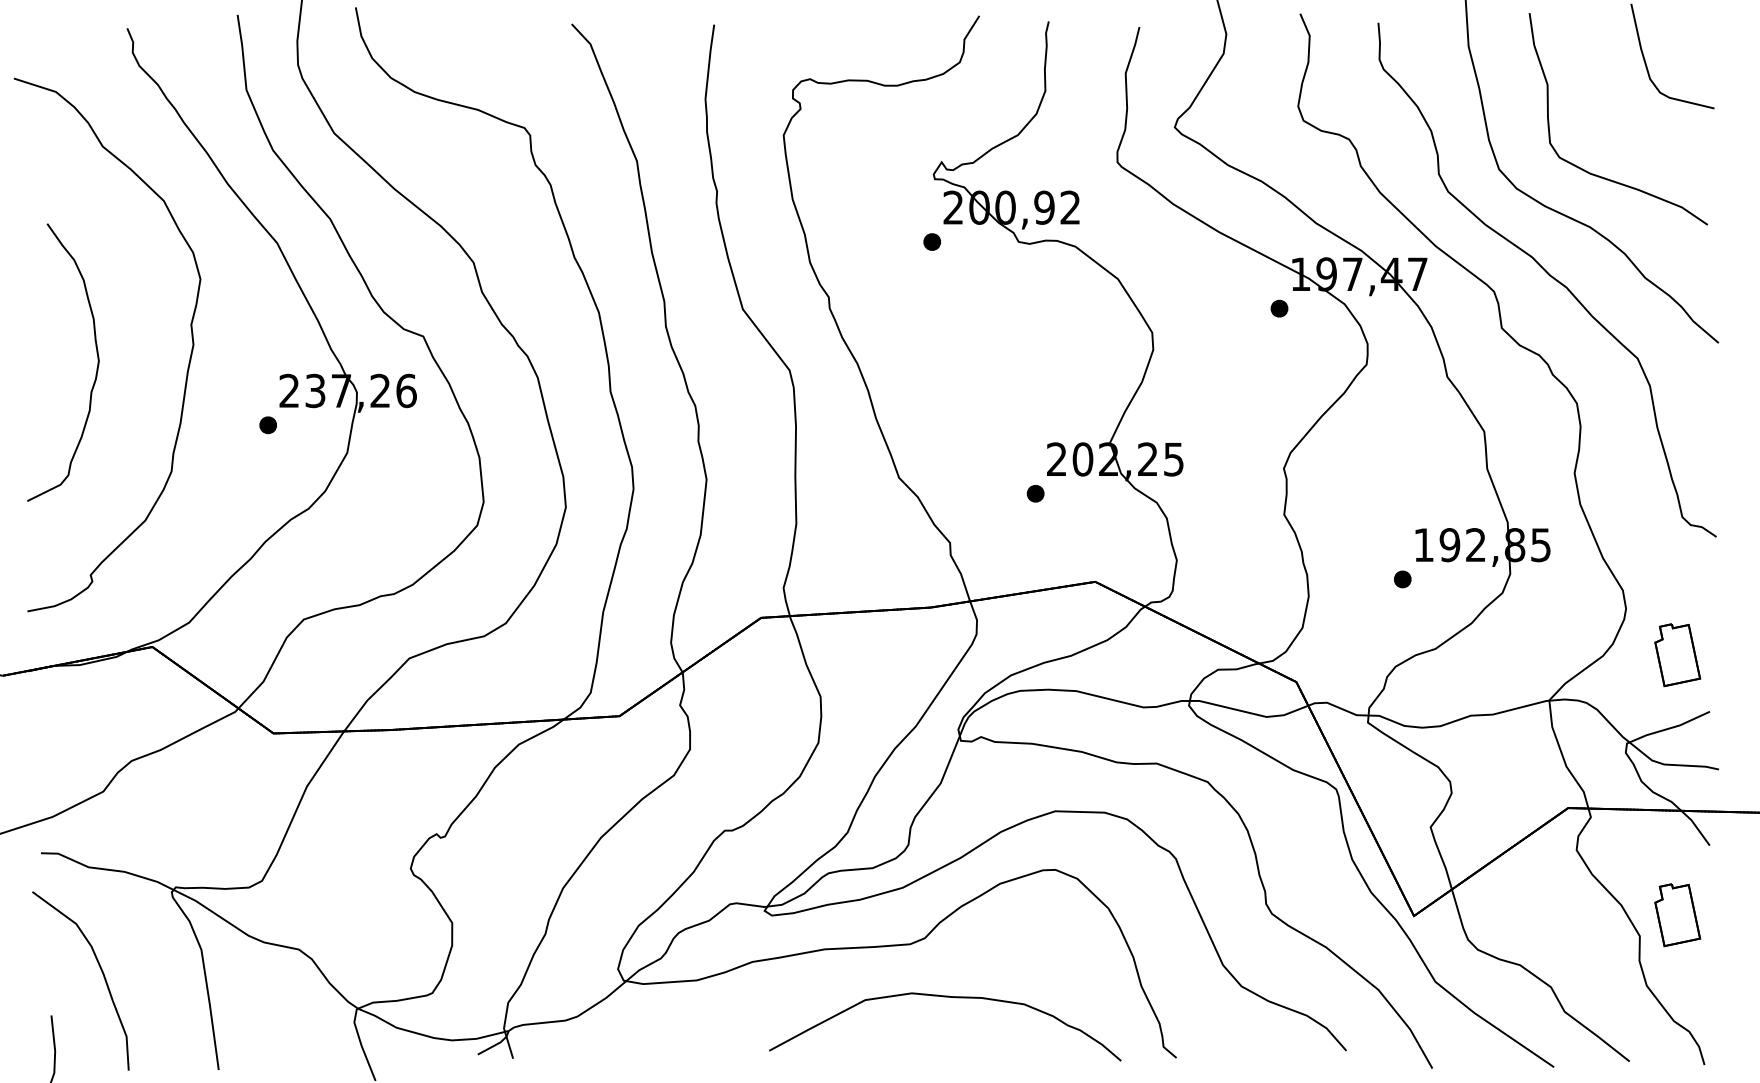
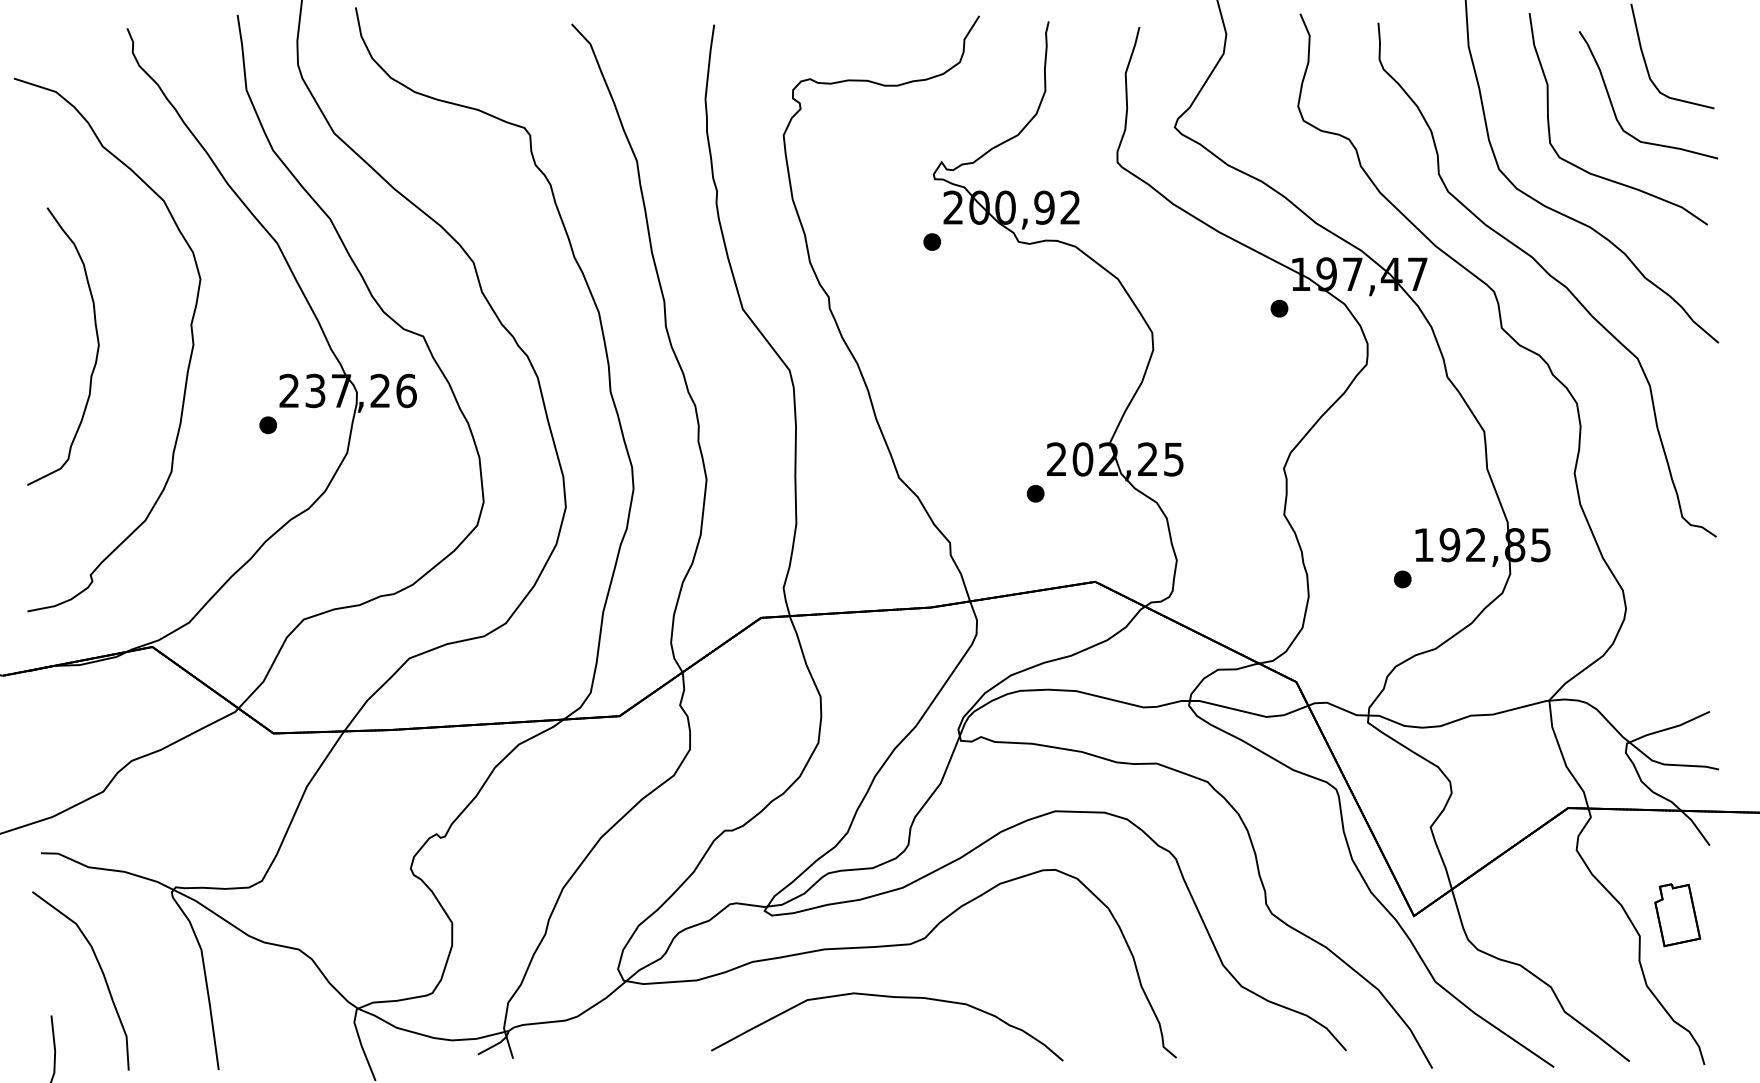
curve at (1613, 106): none -> present
curve at (96, 368) position: (96, 368) -> (96, 352)
part at (1677, 655): present -> none
curve at (945, 997) position: (945, 997) -> (887, 997)
